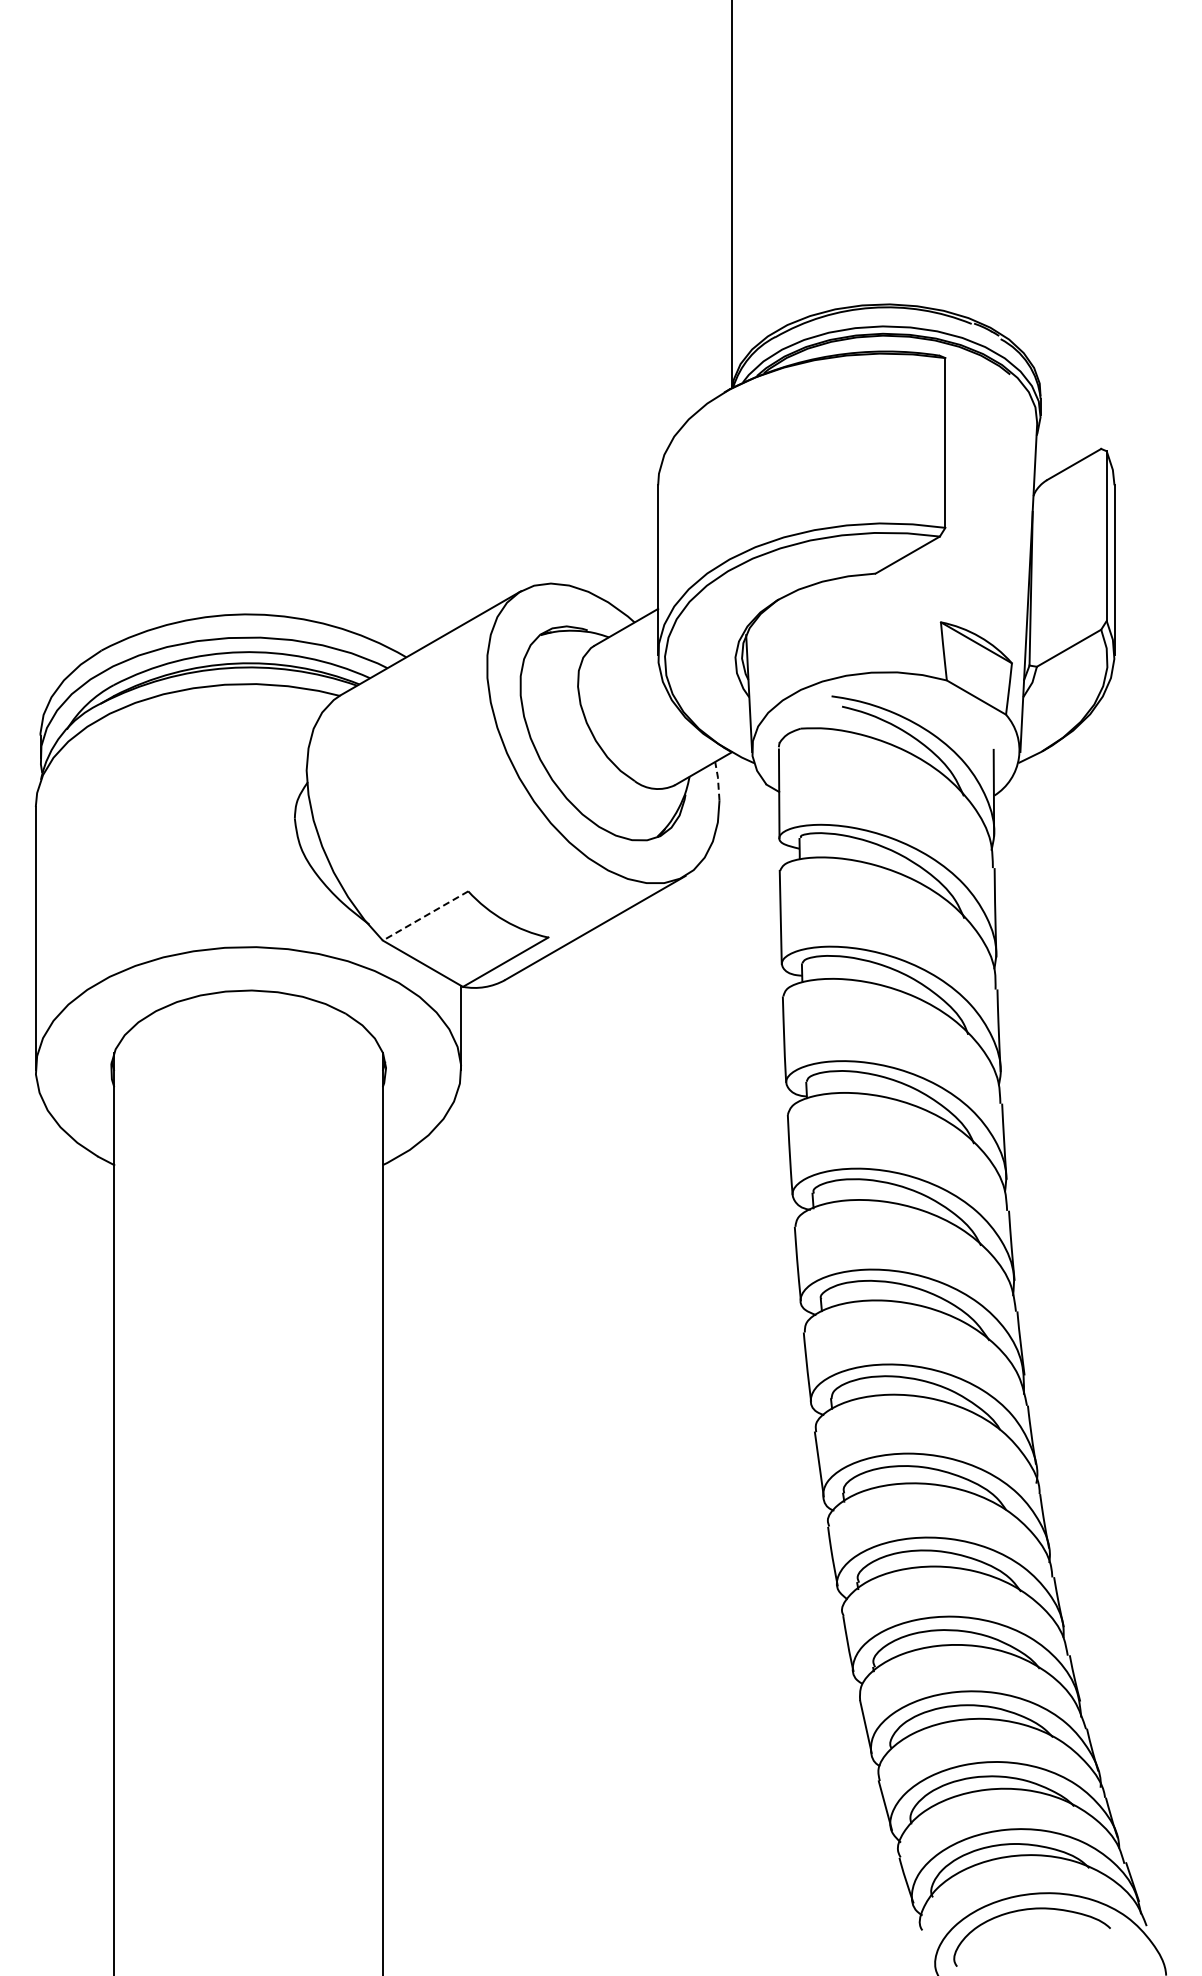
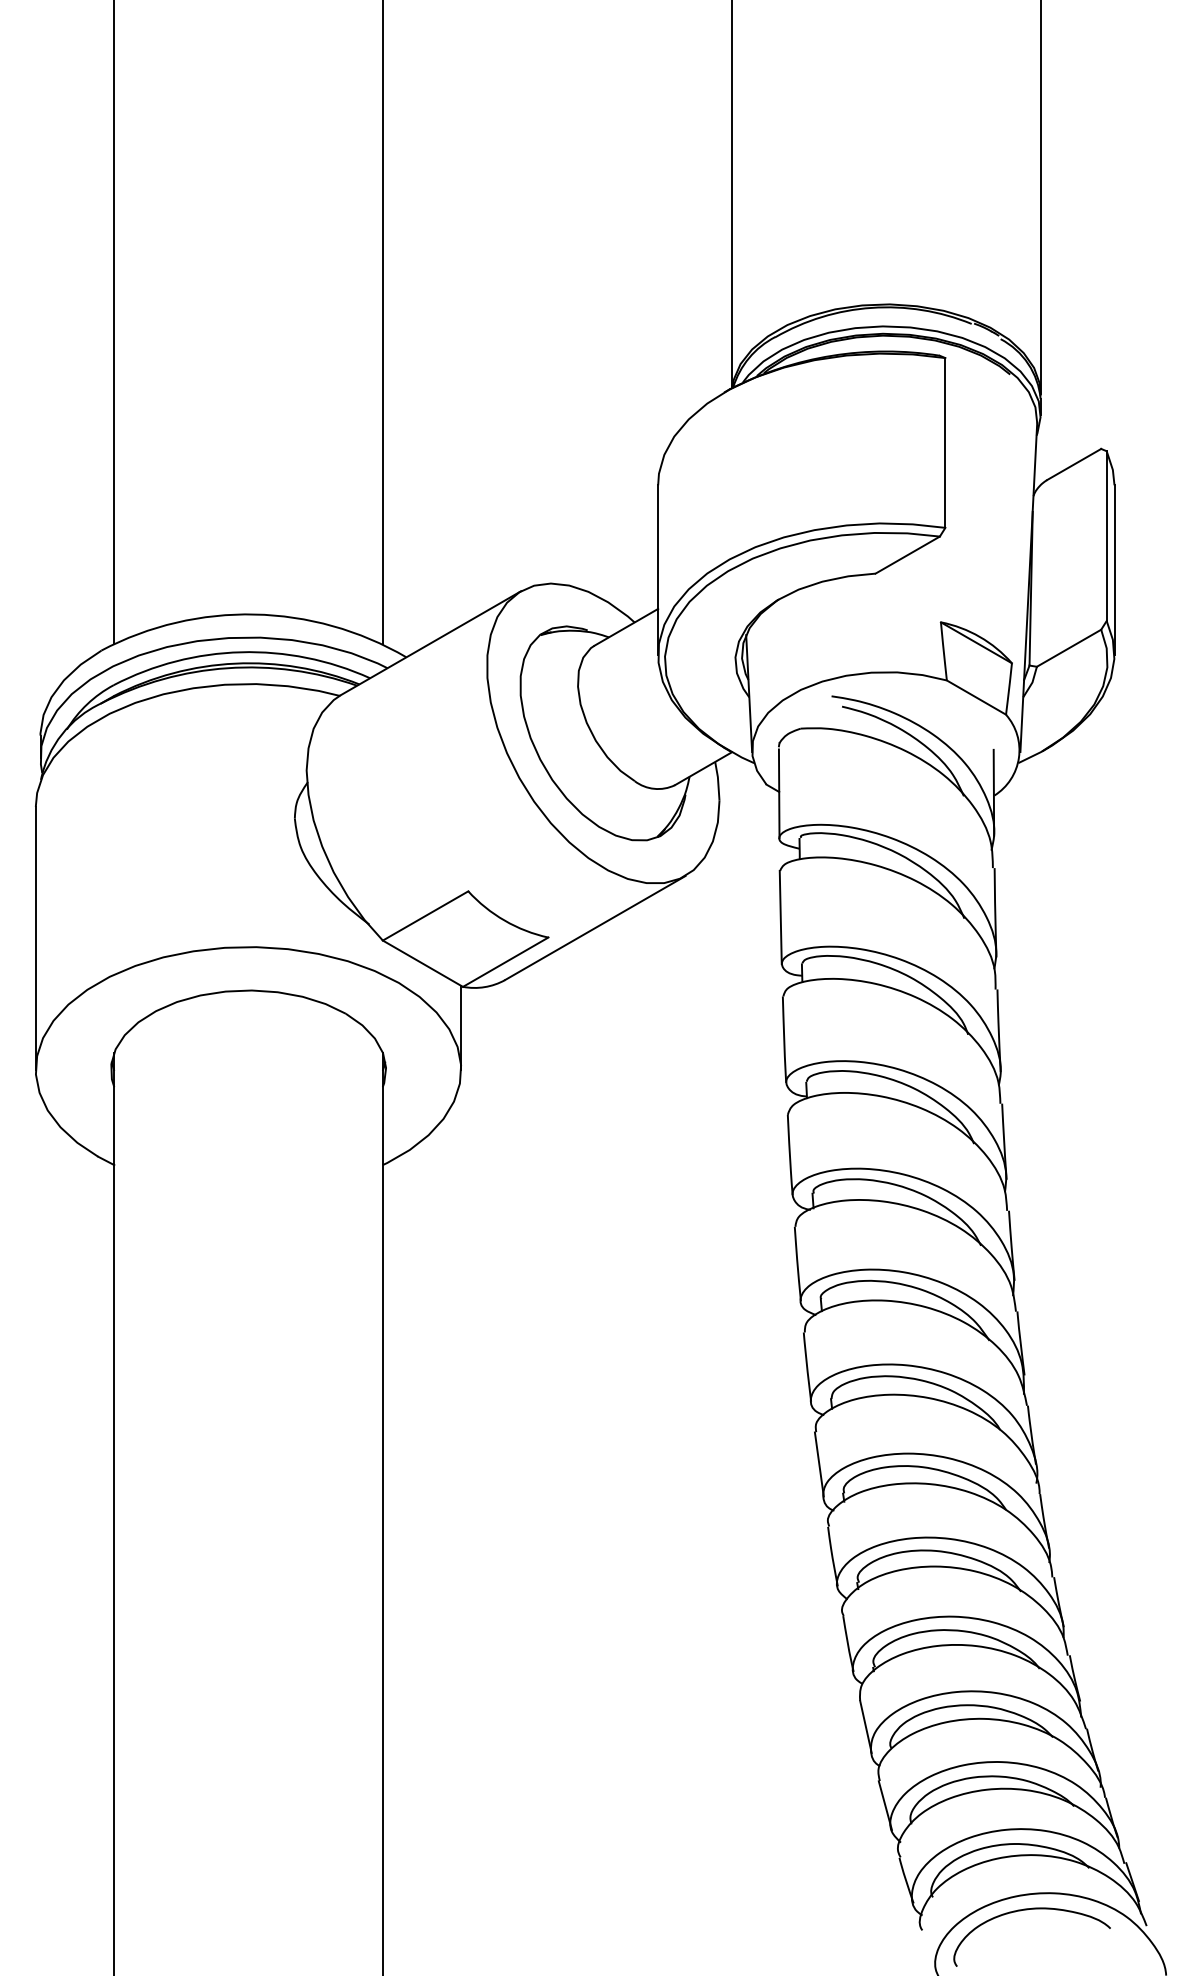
line at (1040, 197): none -> present
line at (114, 322): none -> present
line at (382, 322): none -> present
line at (718, 780): dashed -> solid
line at (425, 916): dashed -> solid
